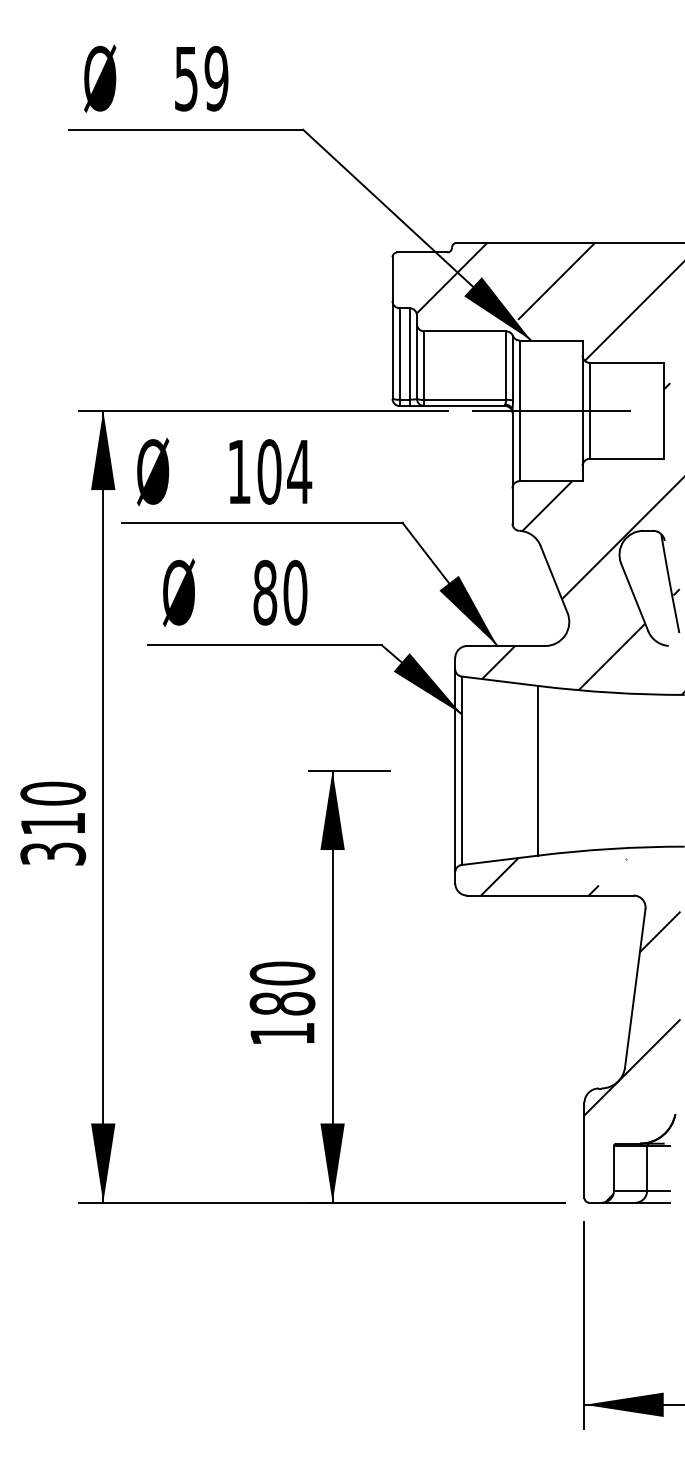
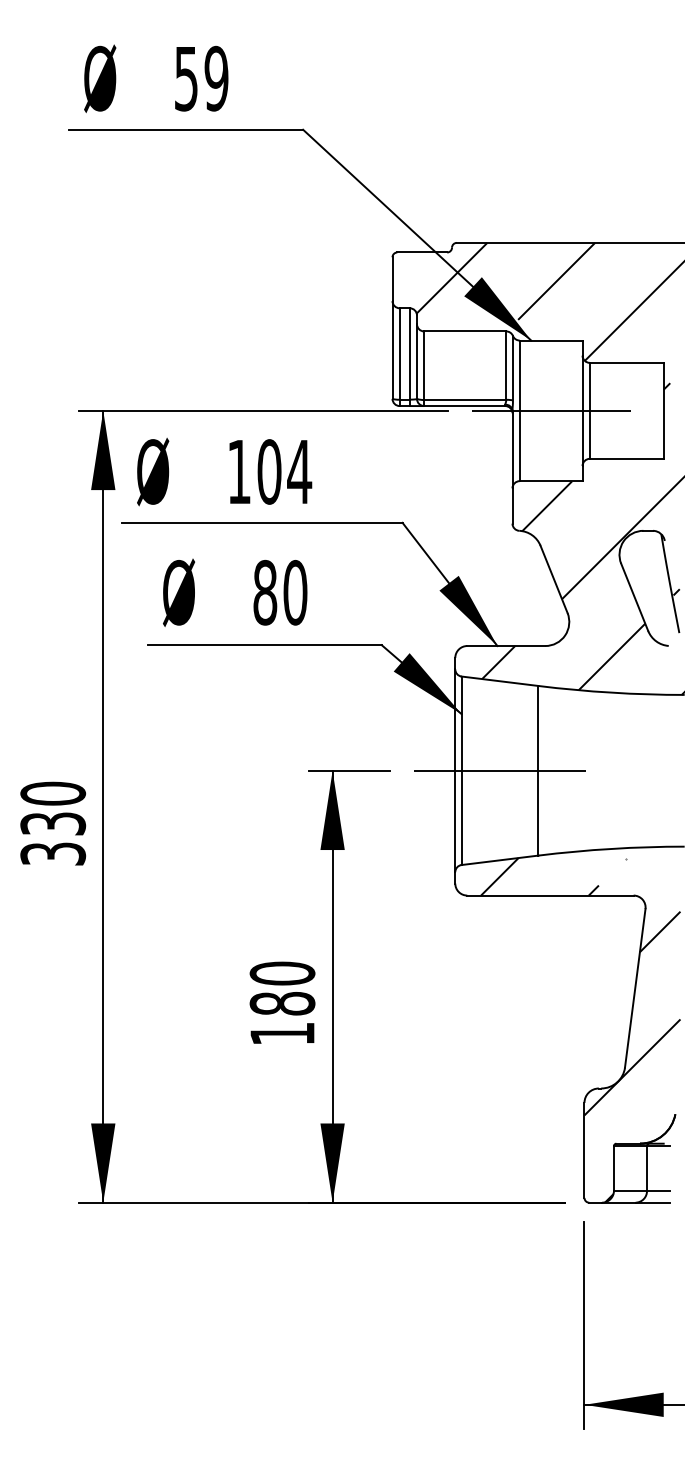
line at (499, 770): none -> present
text at (53, 823): 310 -> 330
